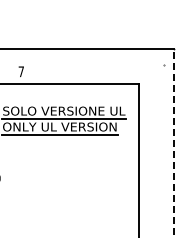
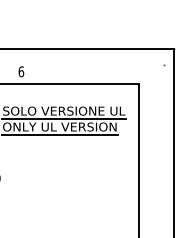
text at (21, 71): 7 -> 6
line at (174, 142): dashed -> solid
